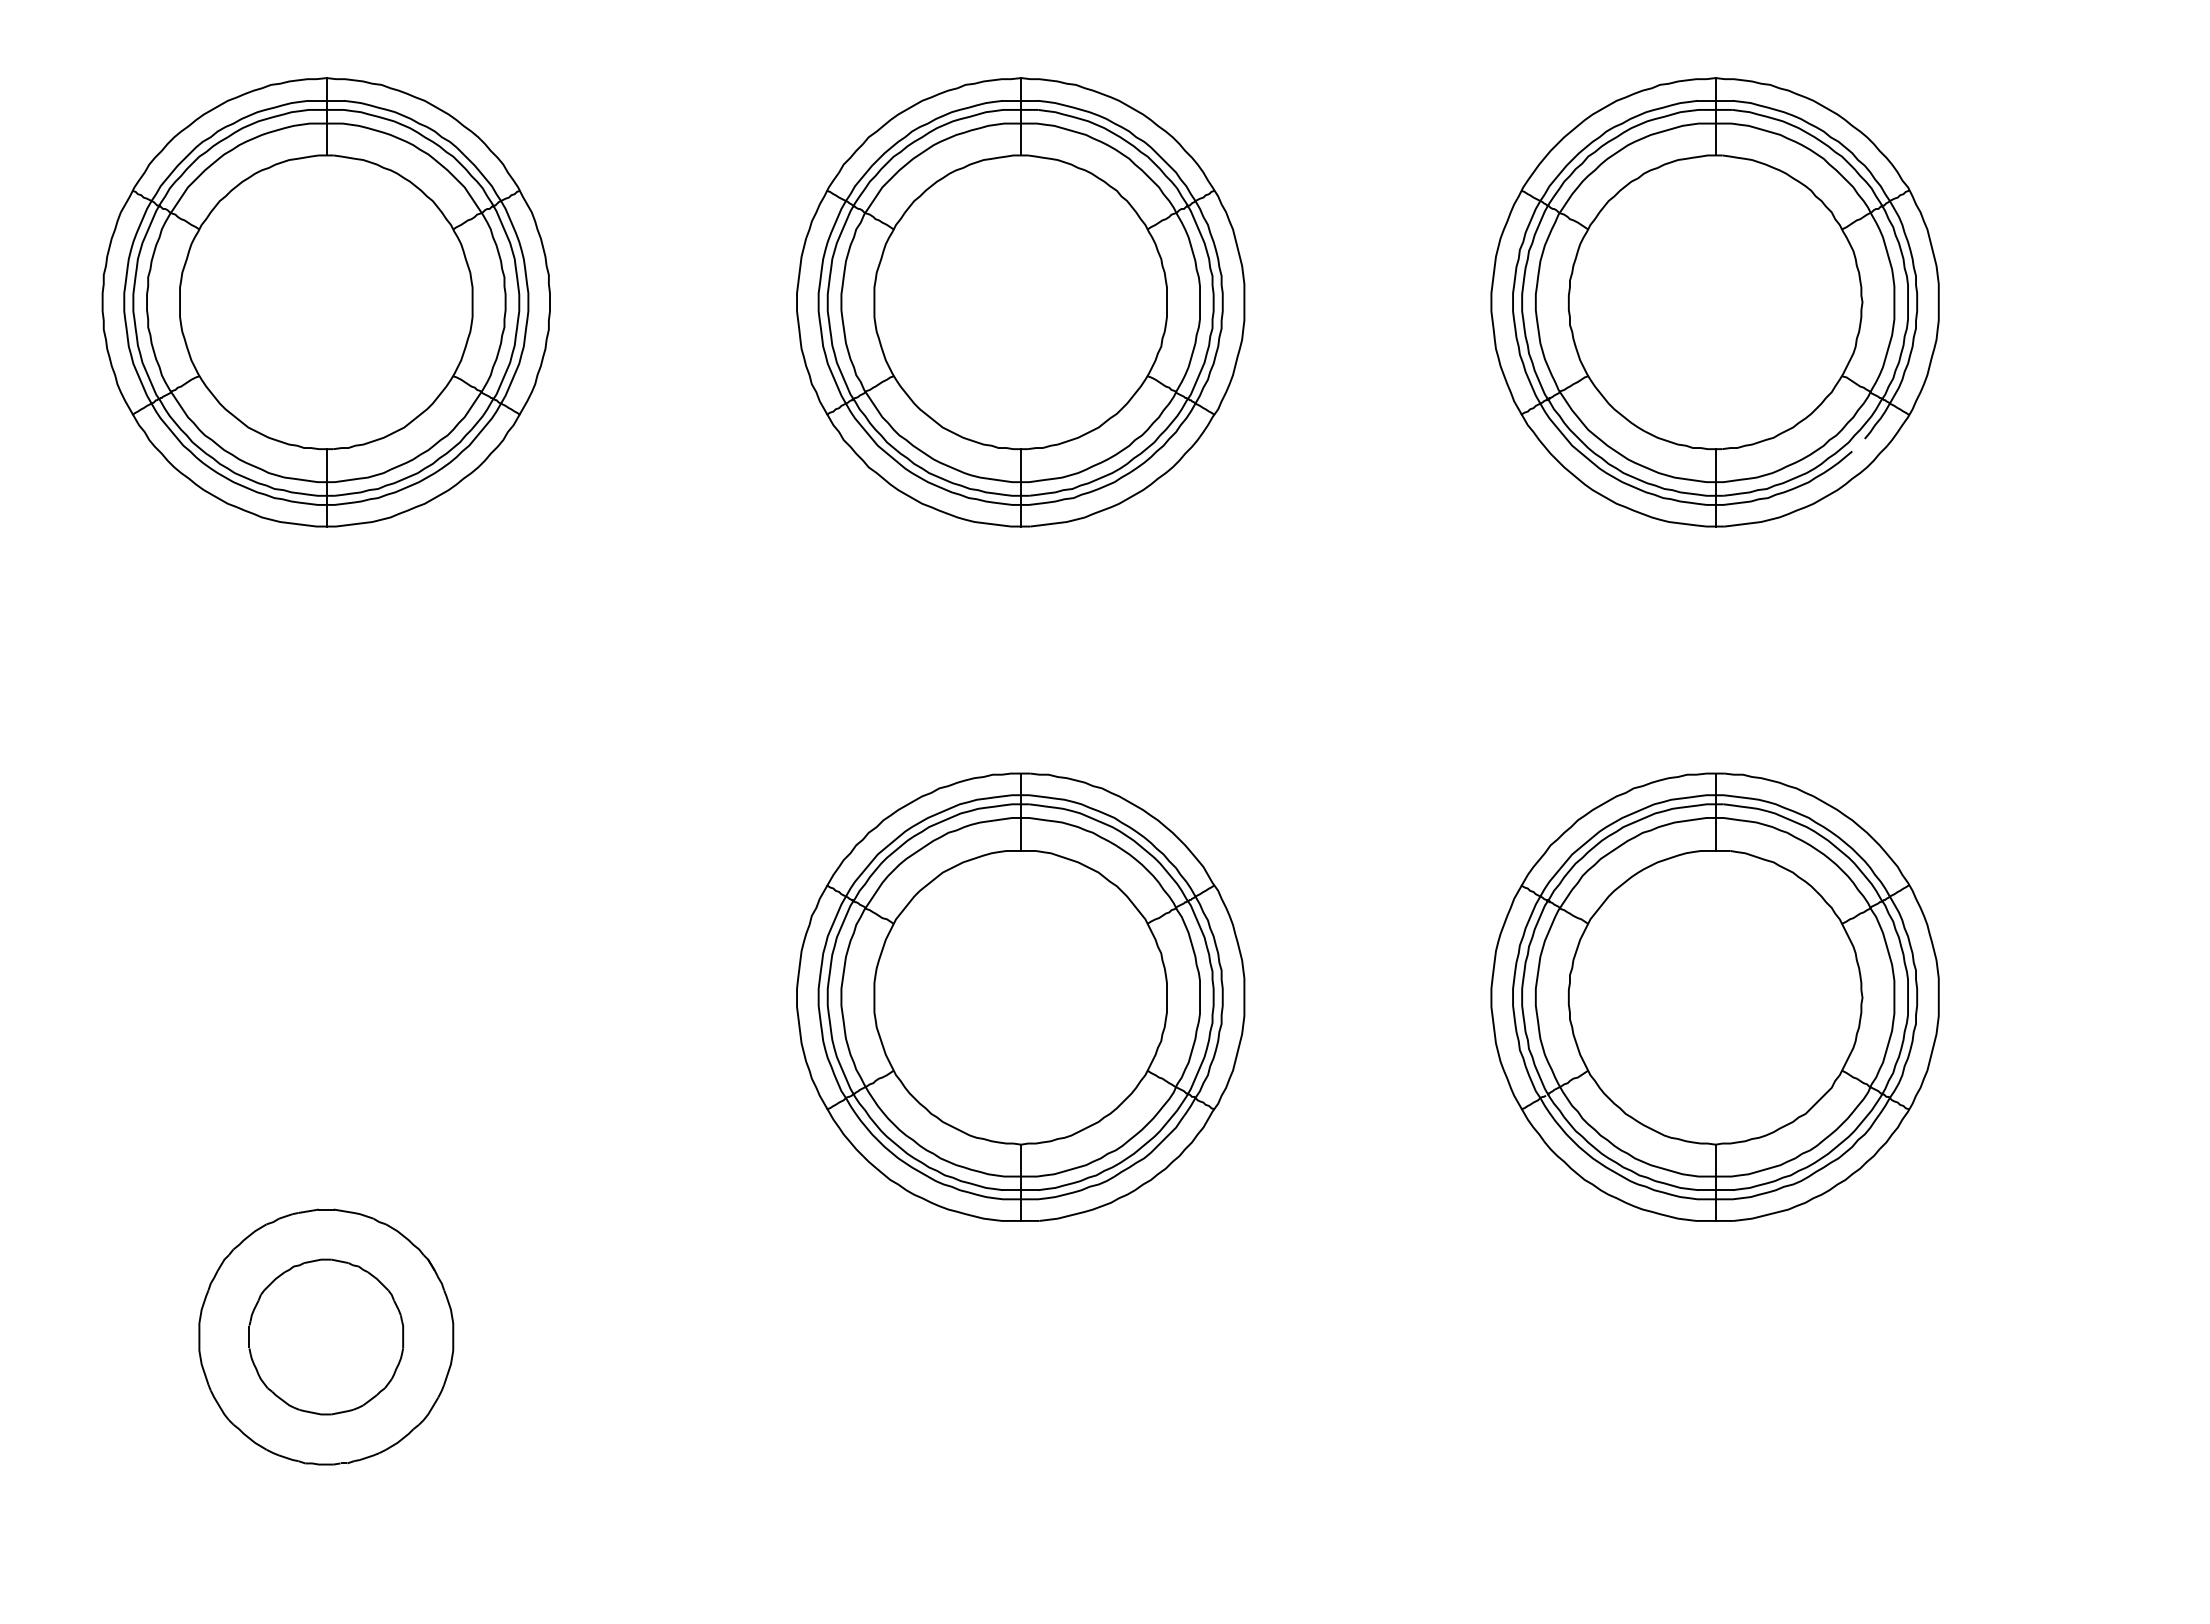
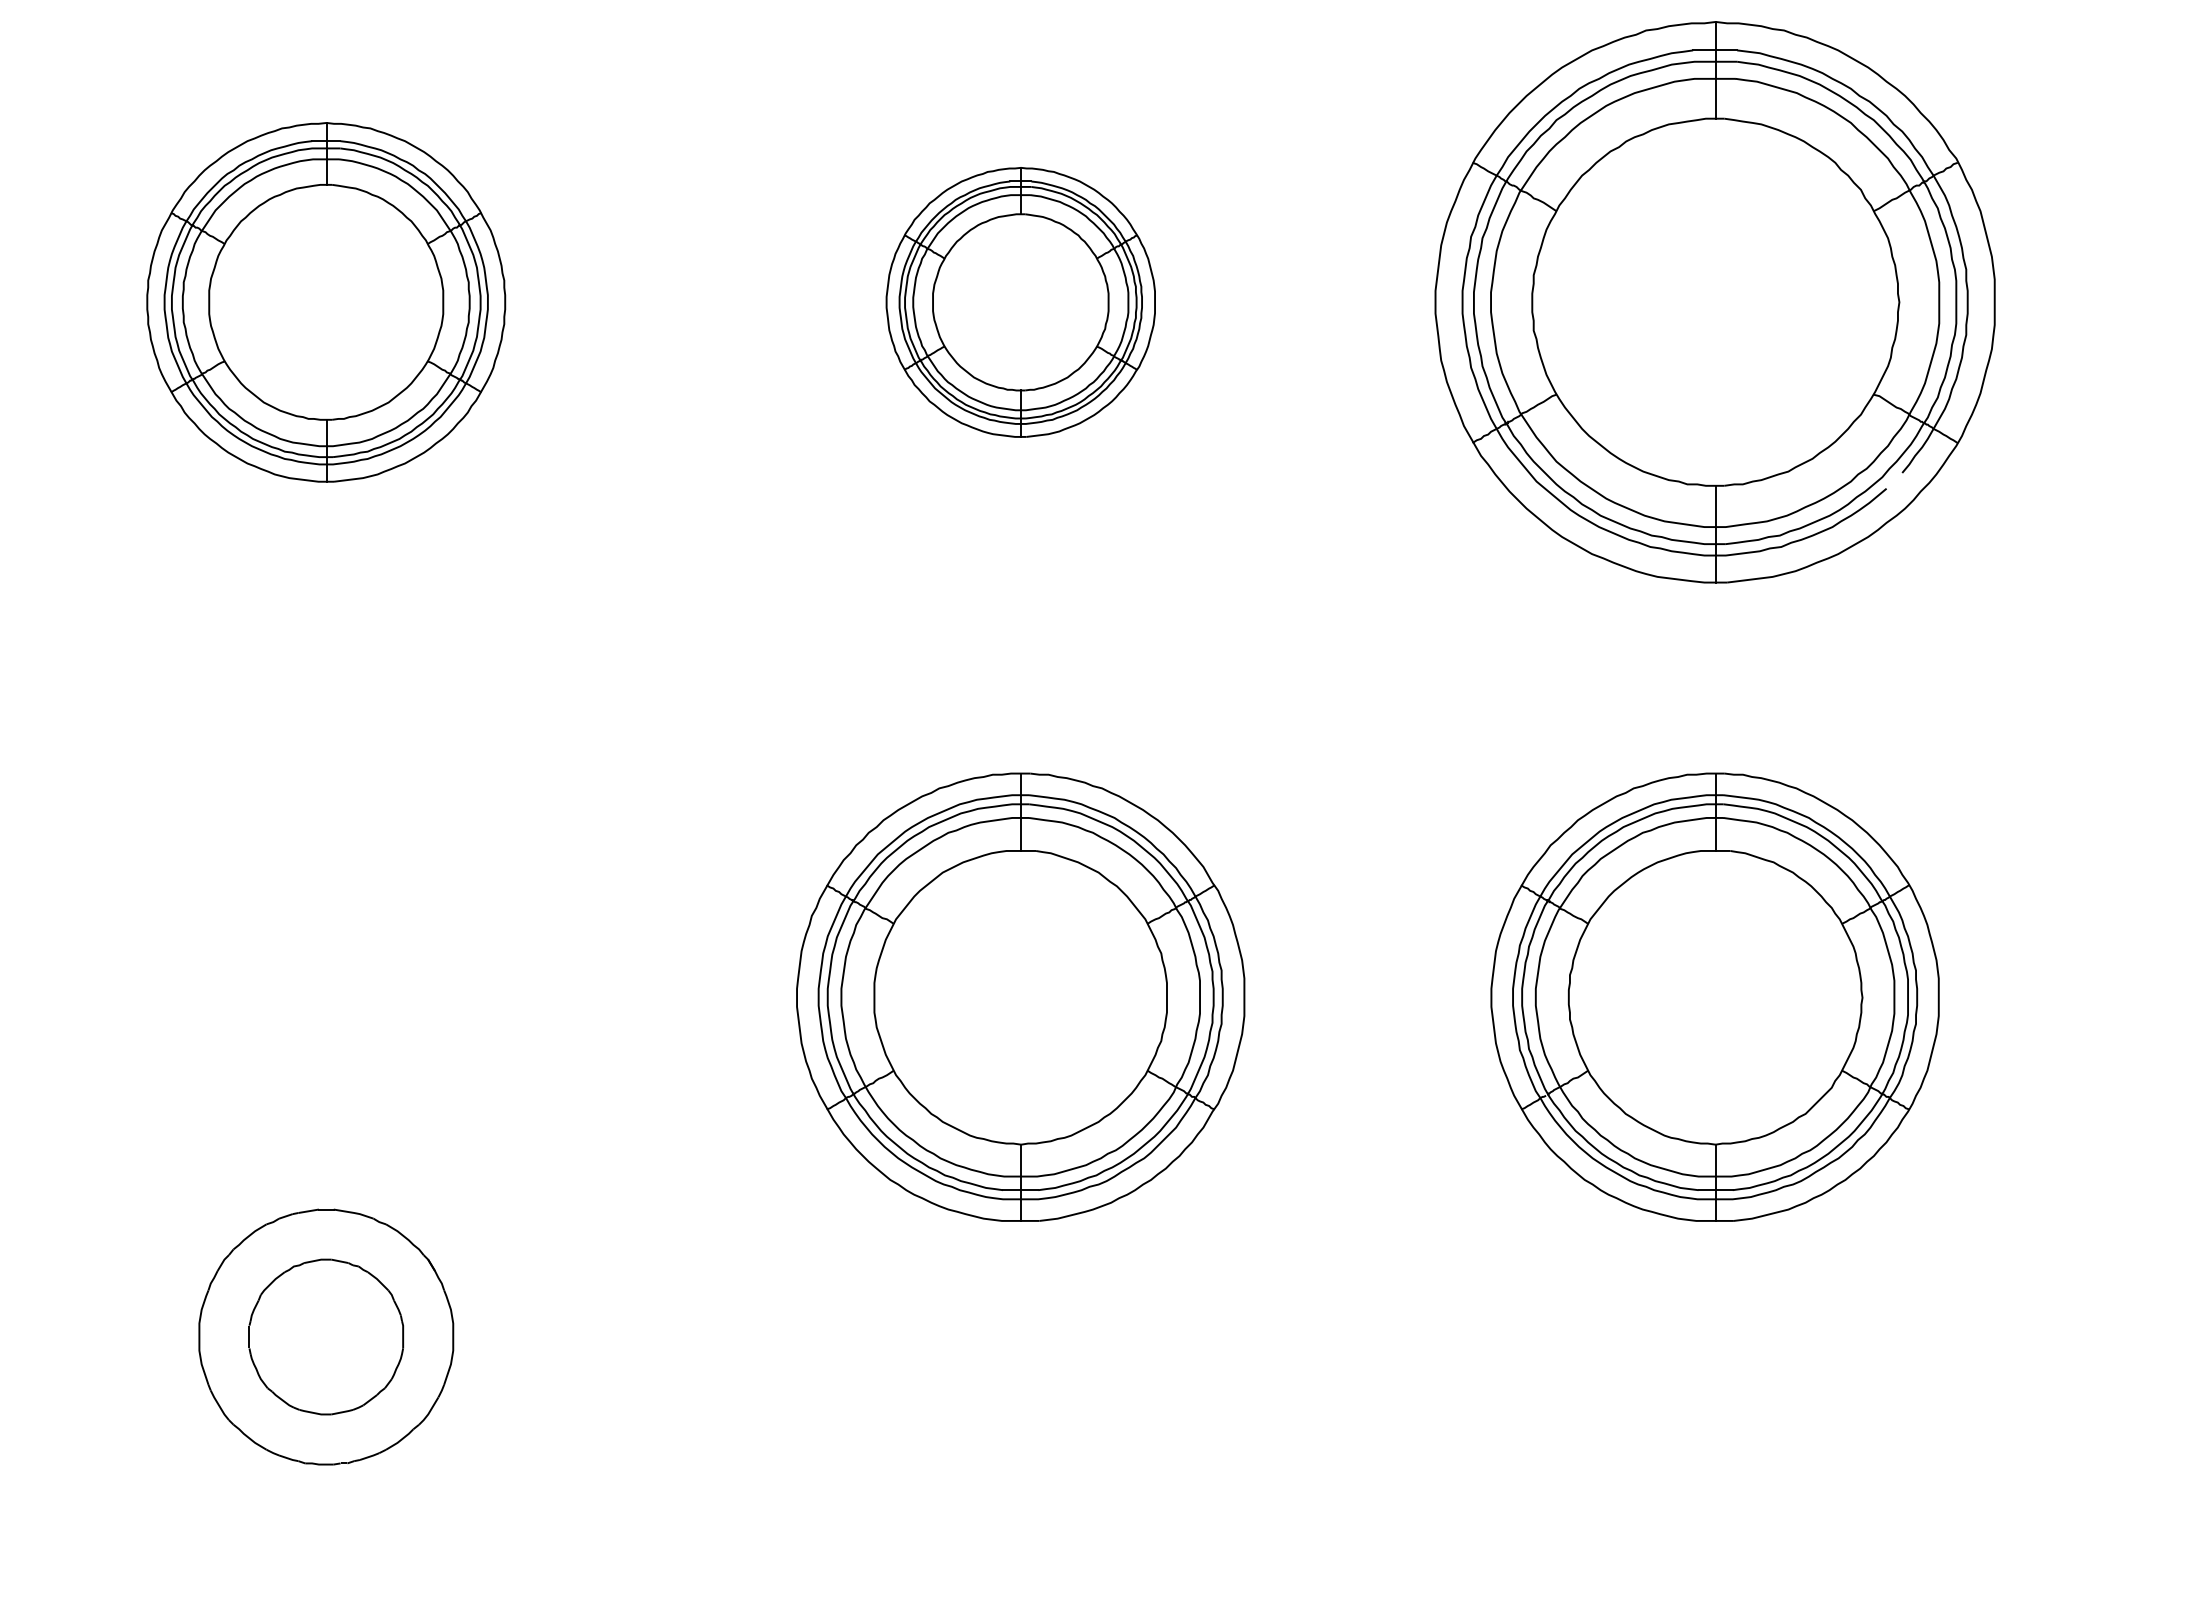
part at (325, 302) size: 450x451 px -> 361x361 px
part at (1020, 302) size: 450x451 px -> 271x271 px
part at (1714, 302) size: 450x451 px -> 562x563 px
